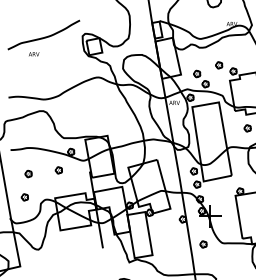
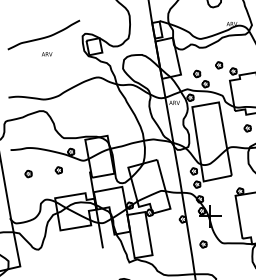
text at (34, 54) position: (34, 54) -> (47, 54)
part at (24, 197): present -> none
